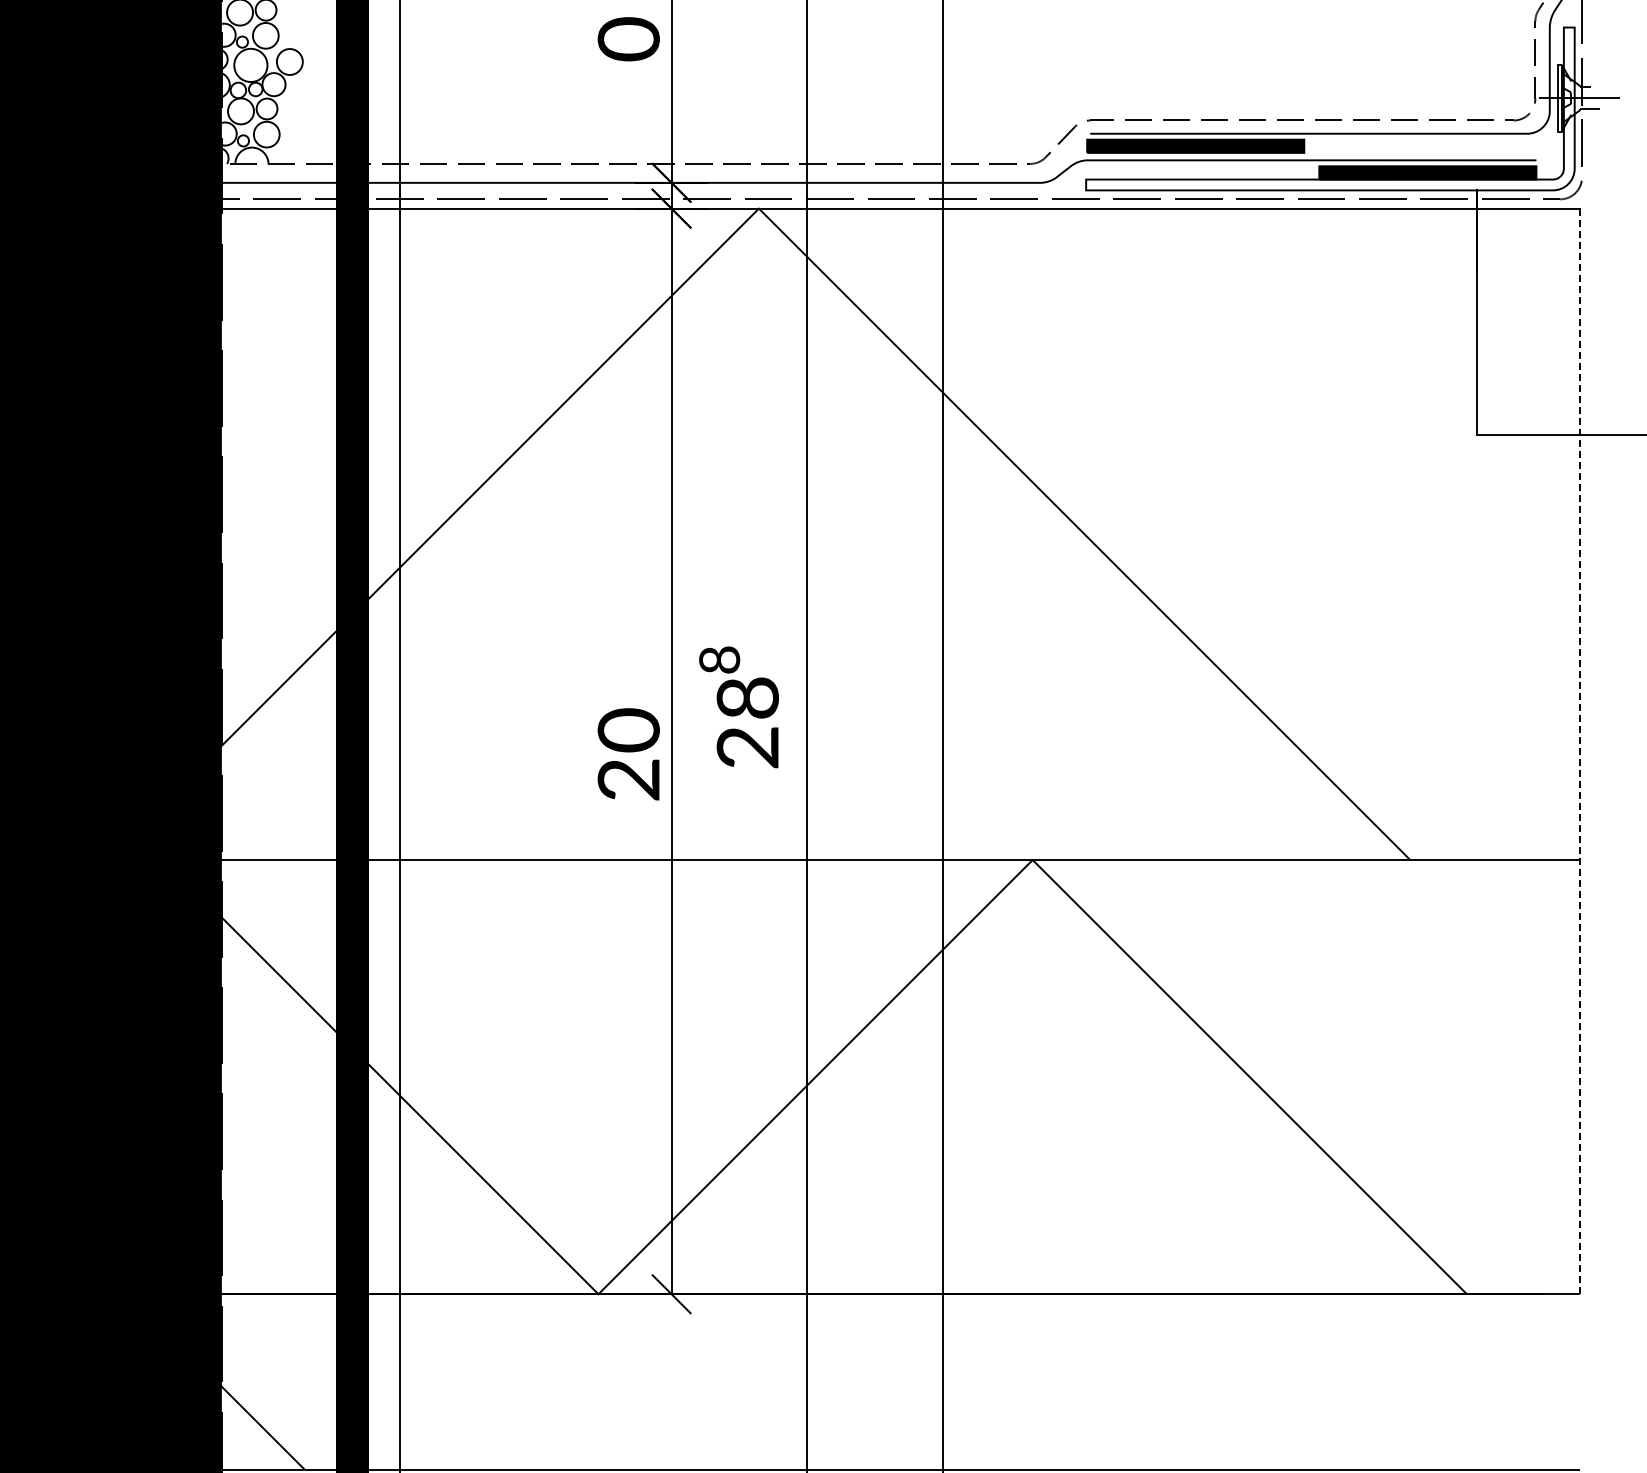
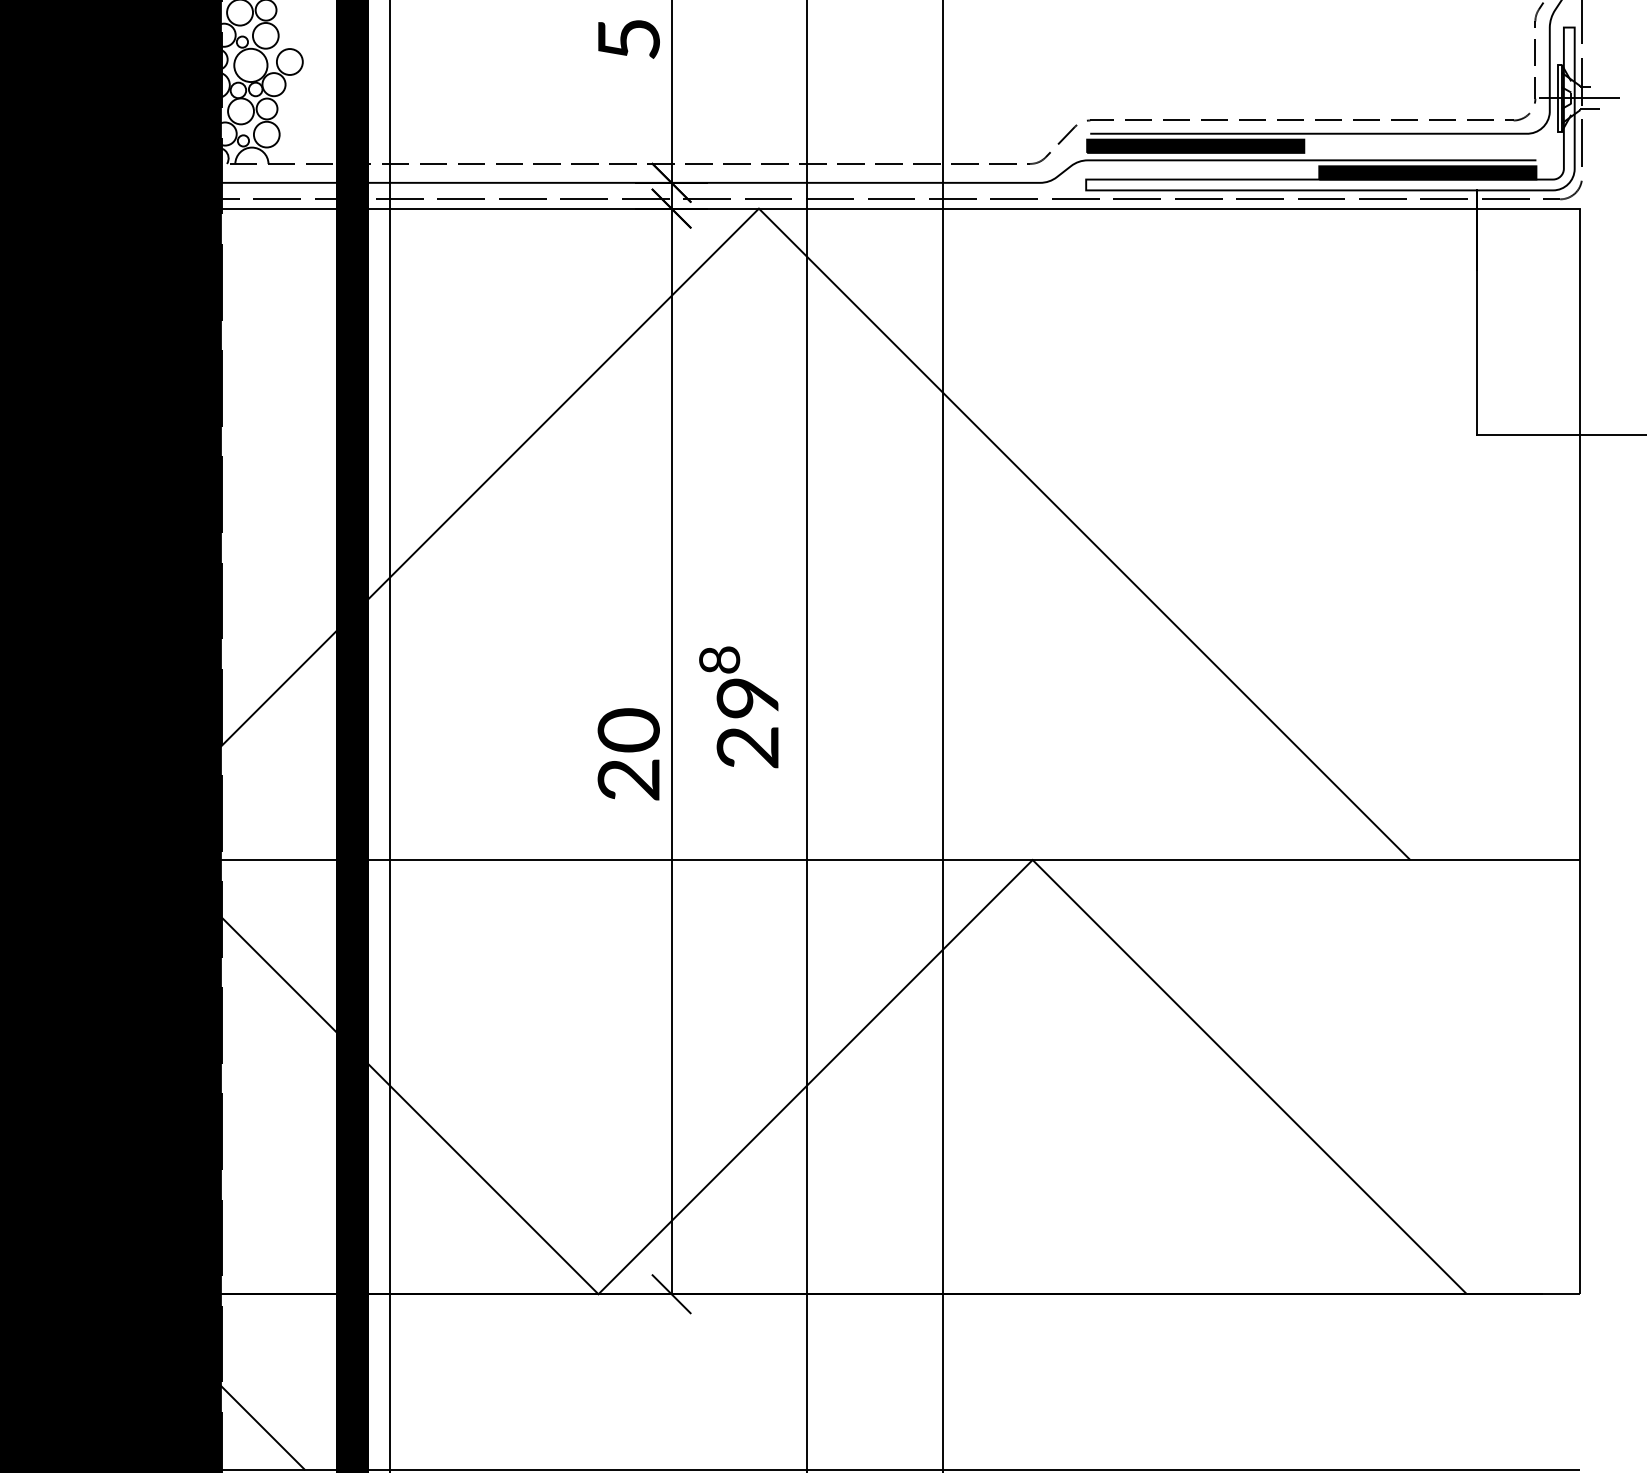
text at (628, 39): 0 -> 5
text at (748, 697): 28 -> 29
line at (400, 735) position: (400, 735) -> (390, 735)
line at (1580, 751): dashed -> solid
